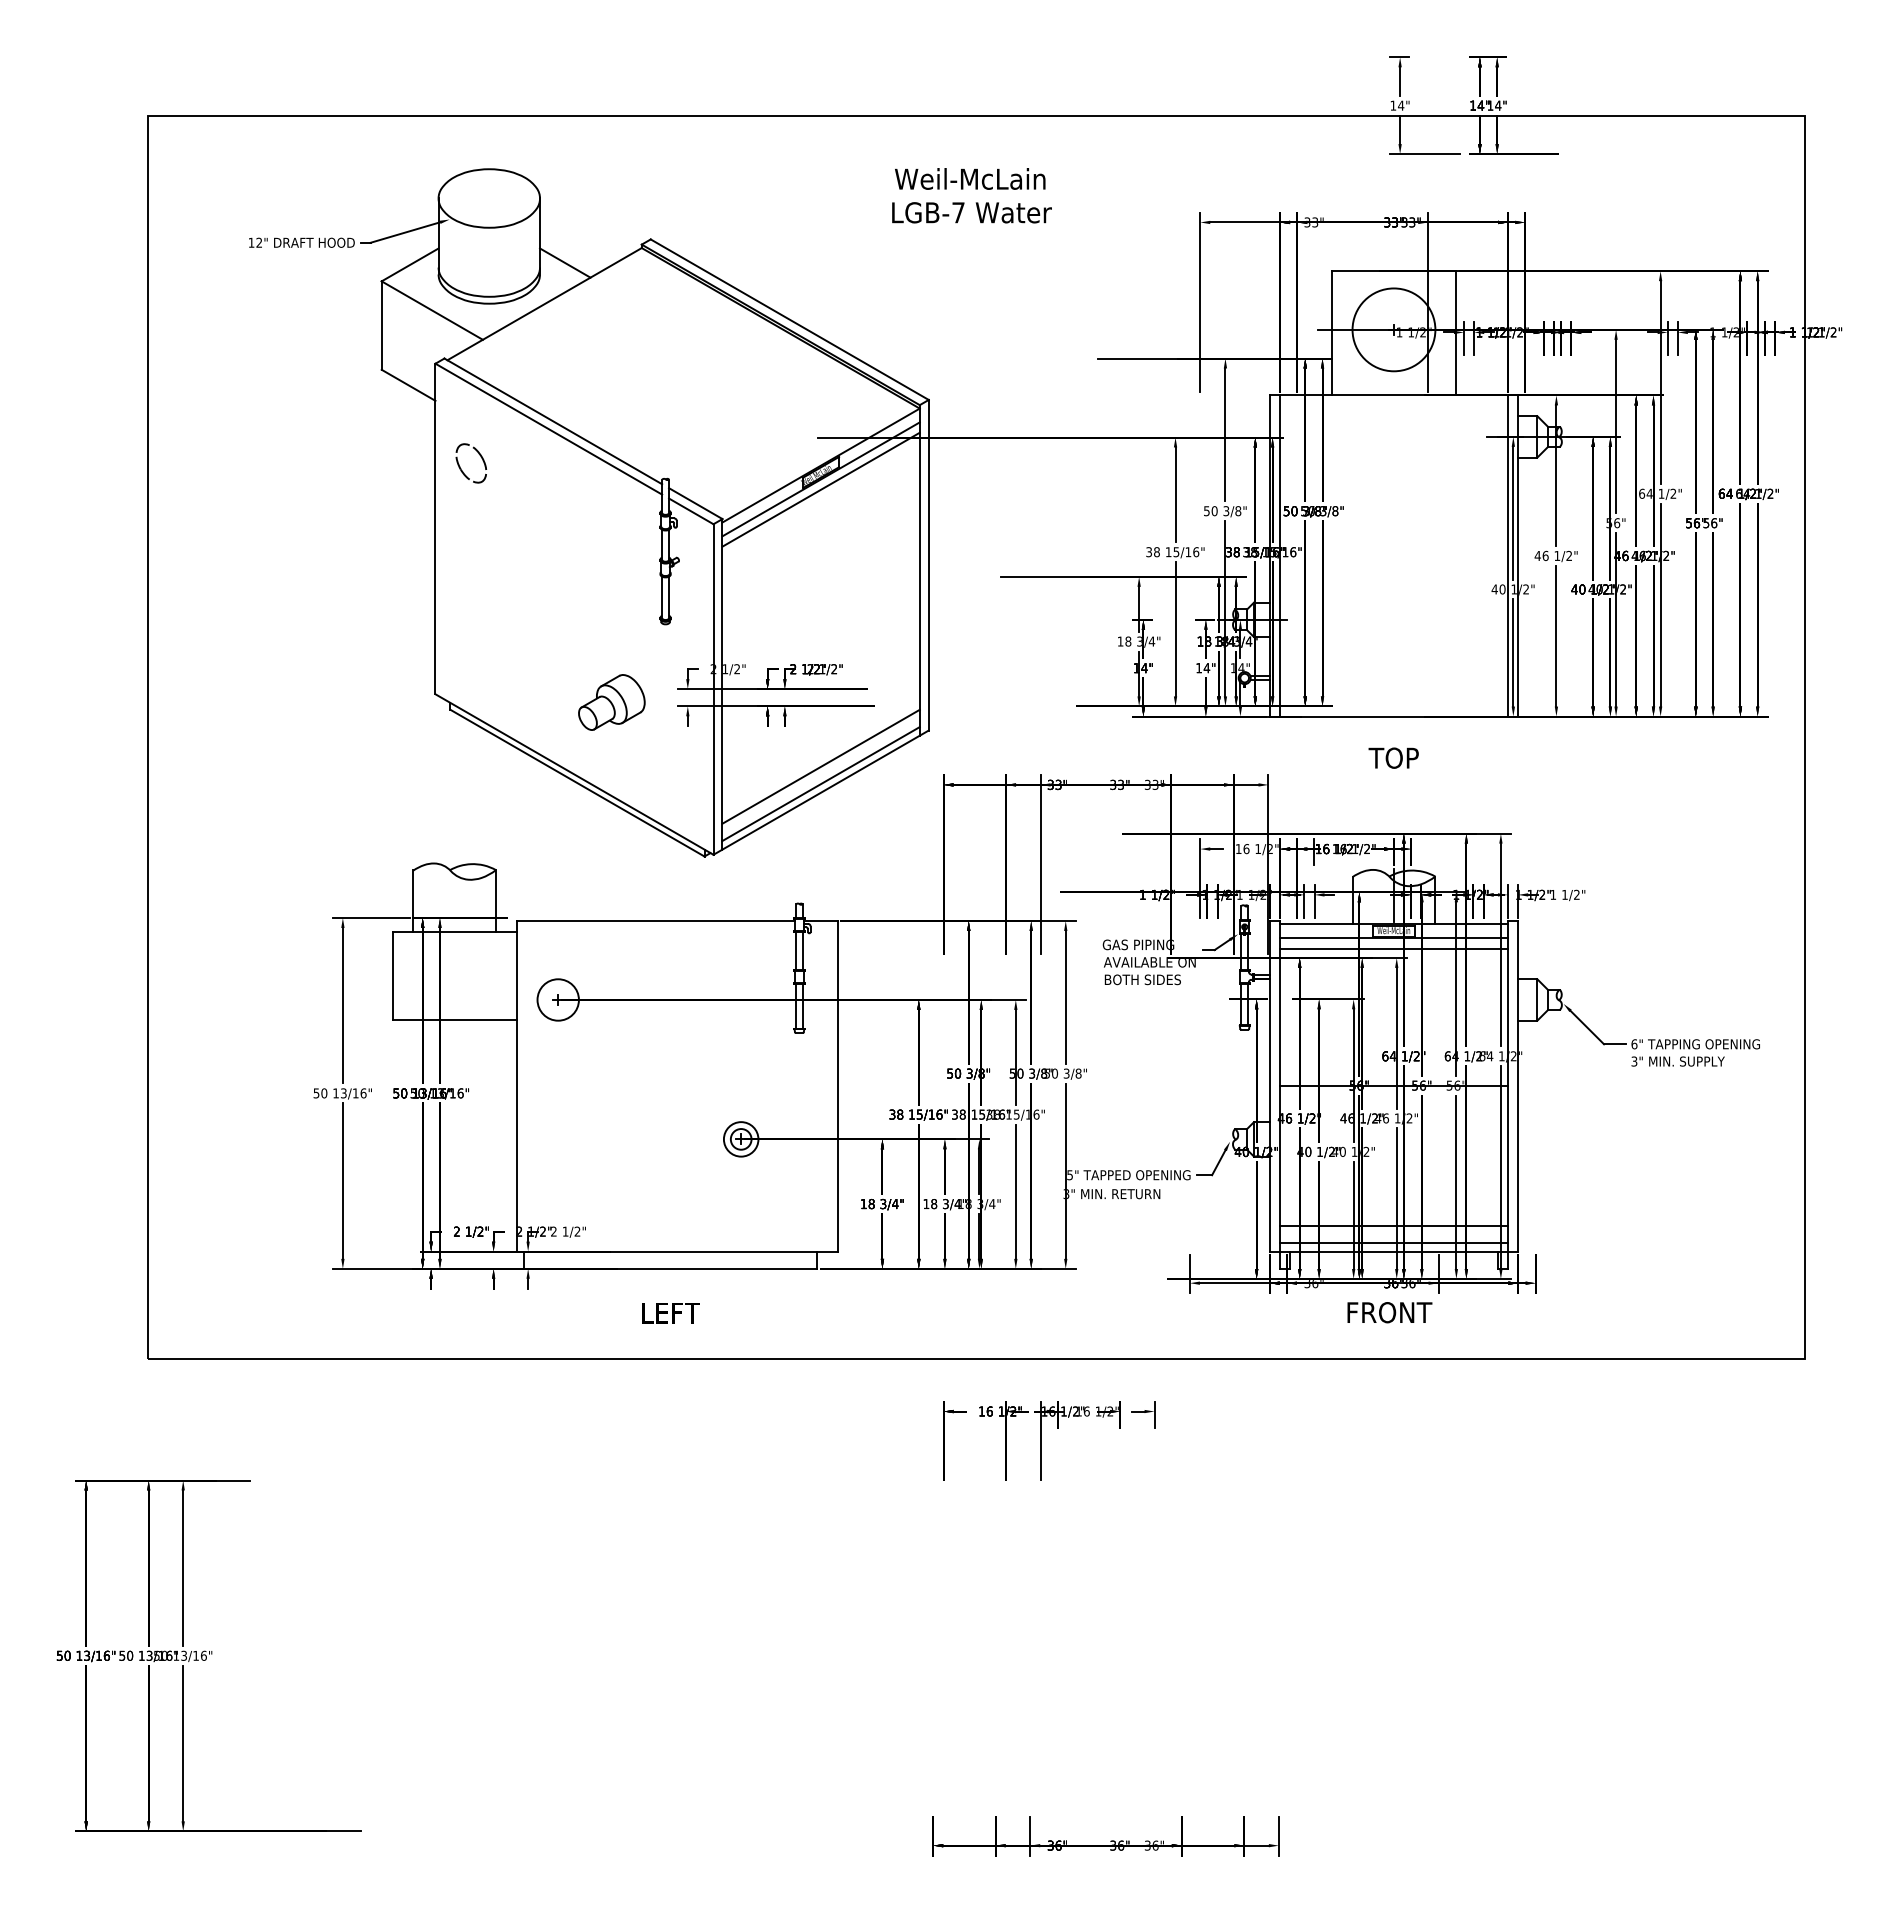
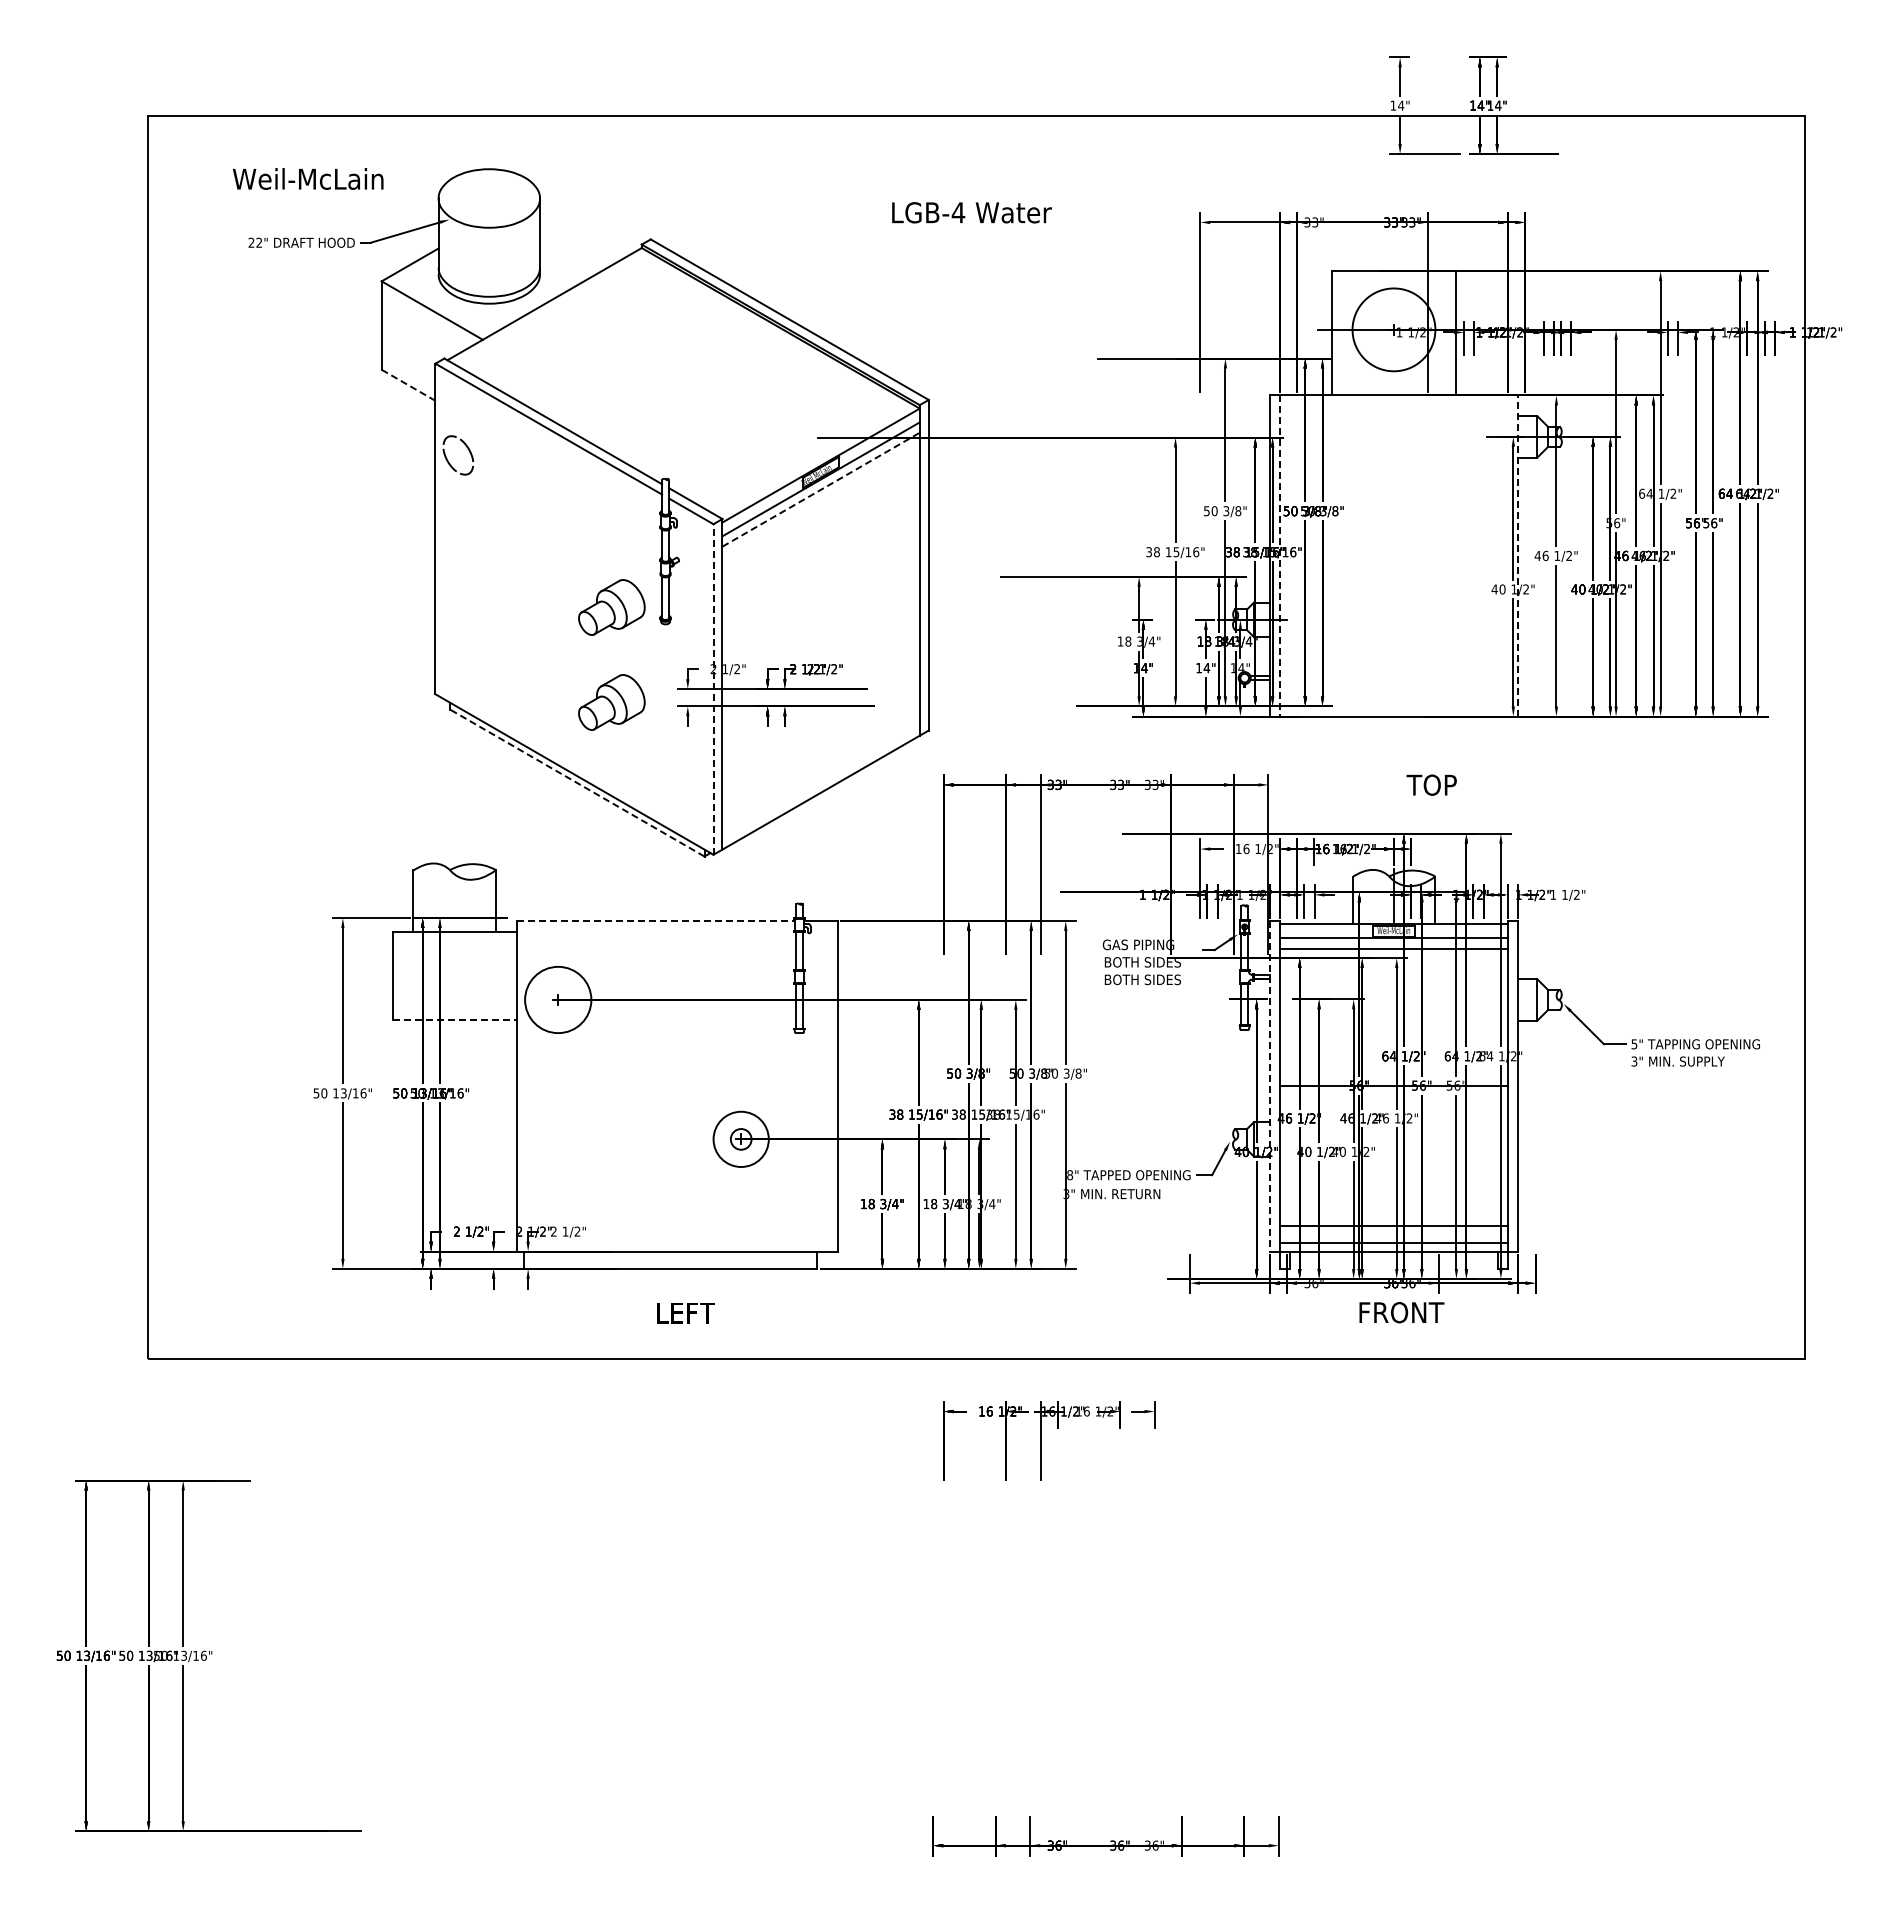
text at (970, 178) position: (970, 178) -> (308, 178)
text at (958, 212): LGB-7 -> LGB-4
text at (251, 242): 12" -> 22"
line at (565, 262): present -> none
line at (408, 385): solid -> dashed
part at (481, 458) position: (481, 458) -> (468, 450)
line at (821, 489): solid -> dashed
line at (1280, 555): solid -> dashed
line at (1507, 555): present -> none
line at (1518, 555): solid -> dashed
part at (611, 607): none -> present
line at (713, 689): solid -> dashed
text at (1393, 757) position: (1393, 757) -> (1431, 784)
line at (820, 766): present -> none
line at (577, 783): solid -> dashed
line at (820, 783): present -> none
line at (656, 921): solid -> dashed
text at (1149, 962): AVAILABLE ON -> BOTH SIDES
circle at (557, 999) diameter: 41 px -> 66 px
line at (455, 1020): solid -> dashed
text at (1634, 1044): 6" -> 5"
line at (1269, 1086): solid -> dashed
circle at (740, 1139) diameter: 35 px -> 55 px
text at (1070, 1175): 5" -> 8"
text at (1389, 1312) position: (1389, 1312) -> (1401, 1312)
text at (670, 1313) position: (670, 1313) -> (685, 1313)
